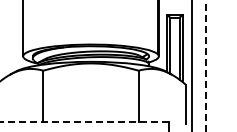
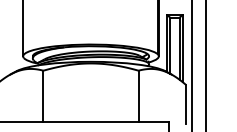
line at (206, 66): dashed -> solid
line at (83, 122): dashed -> solid
